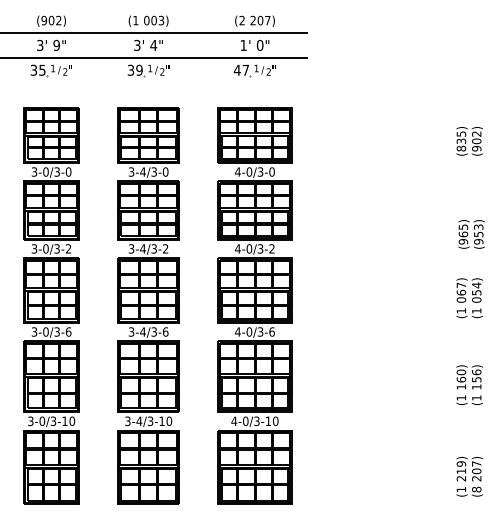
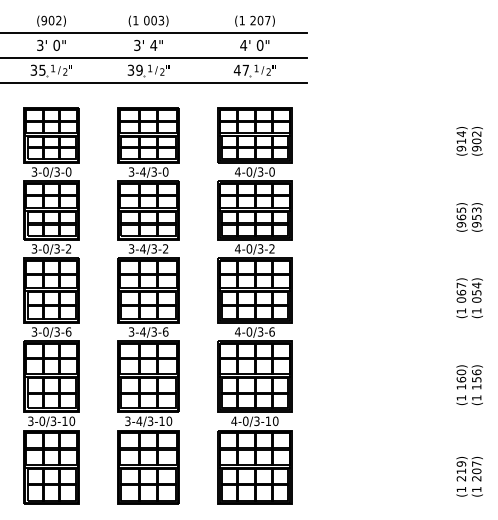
text at (241, 20): (2 -> (1
text at (56, 45): 9" -> 0"
text at (243, 45): 1' -> 4'
line at (154, 82): none -> present
text at (461, 141): (835) -> (914)
text at (471, 234) position: (471, 234) -> (469, 217)
text at (476, 489): (8 -> (1
